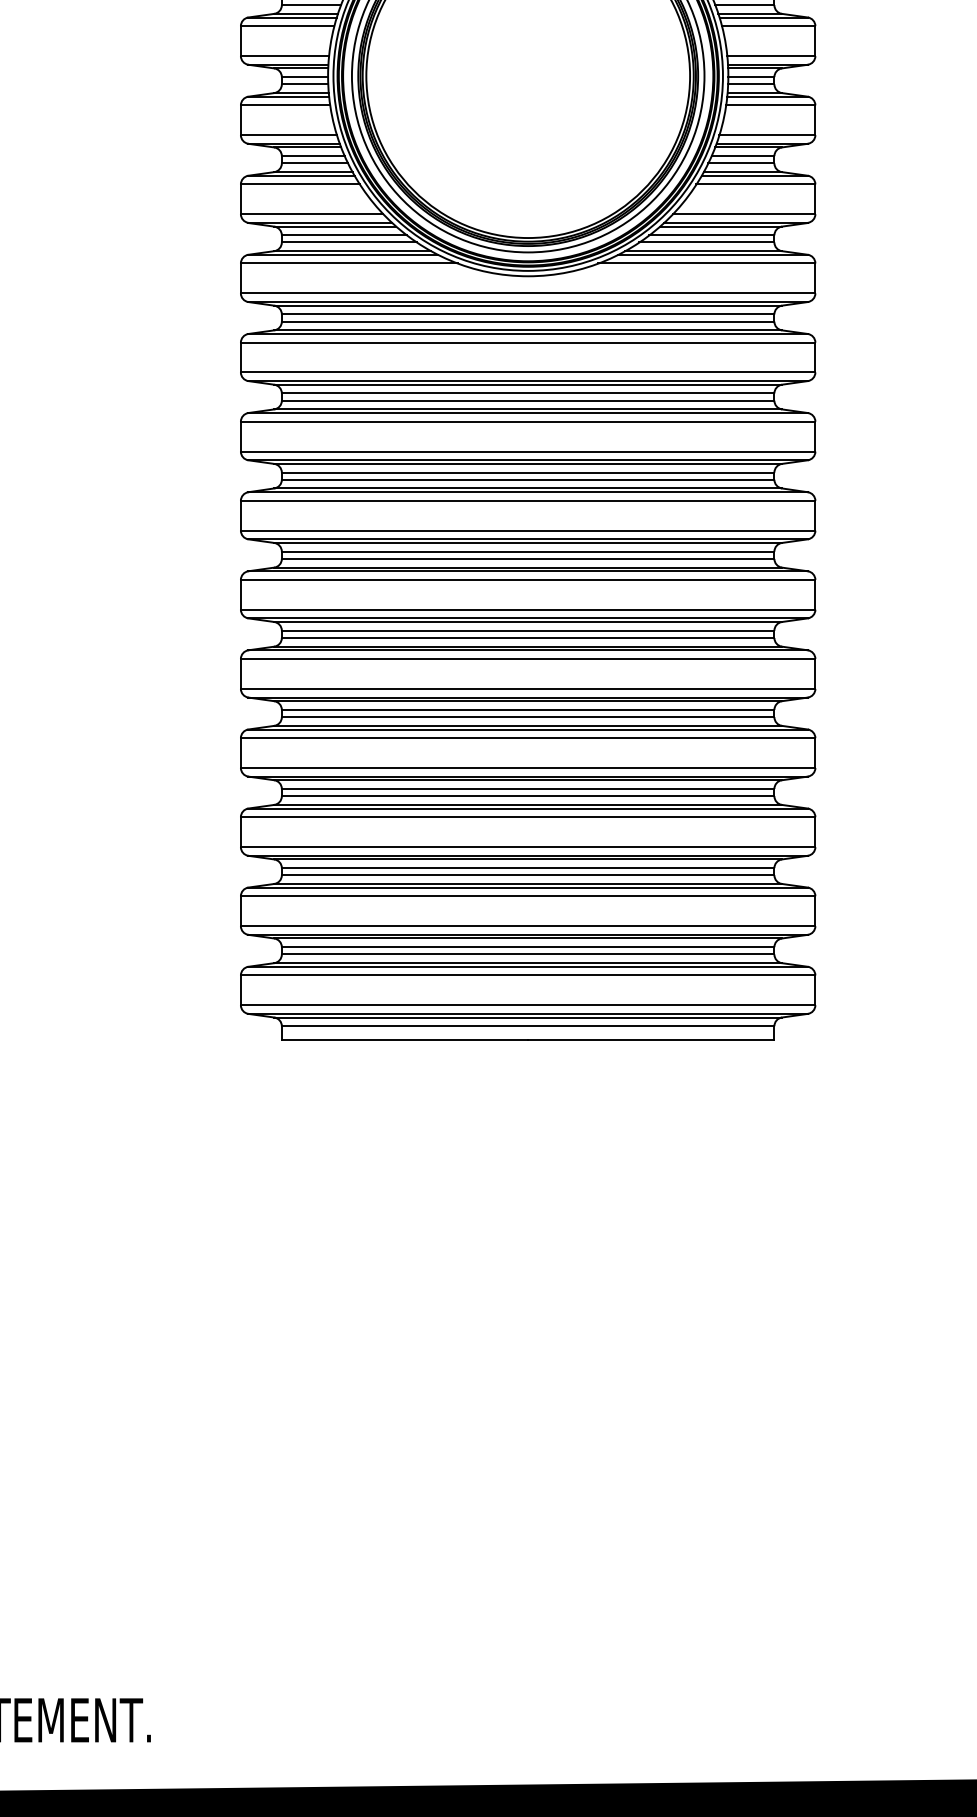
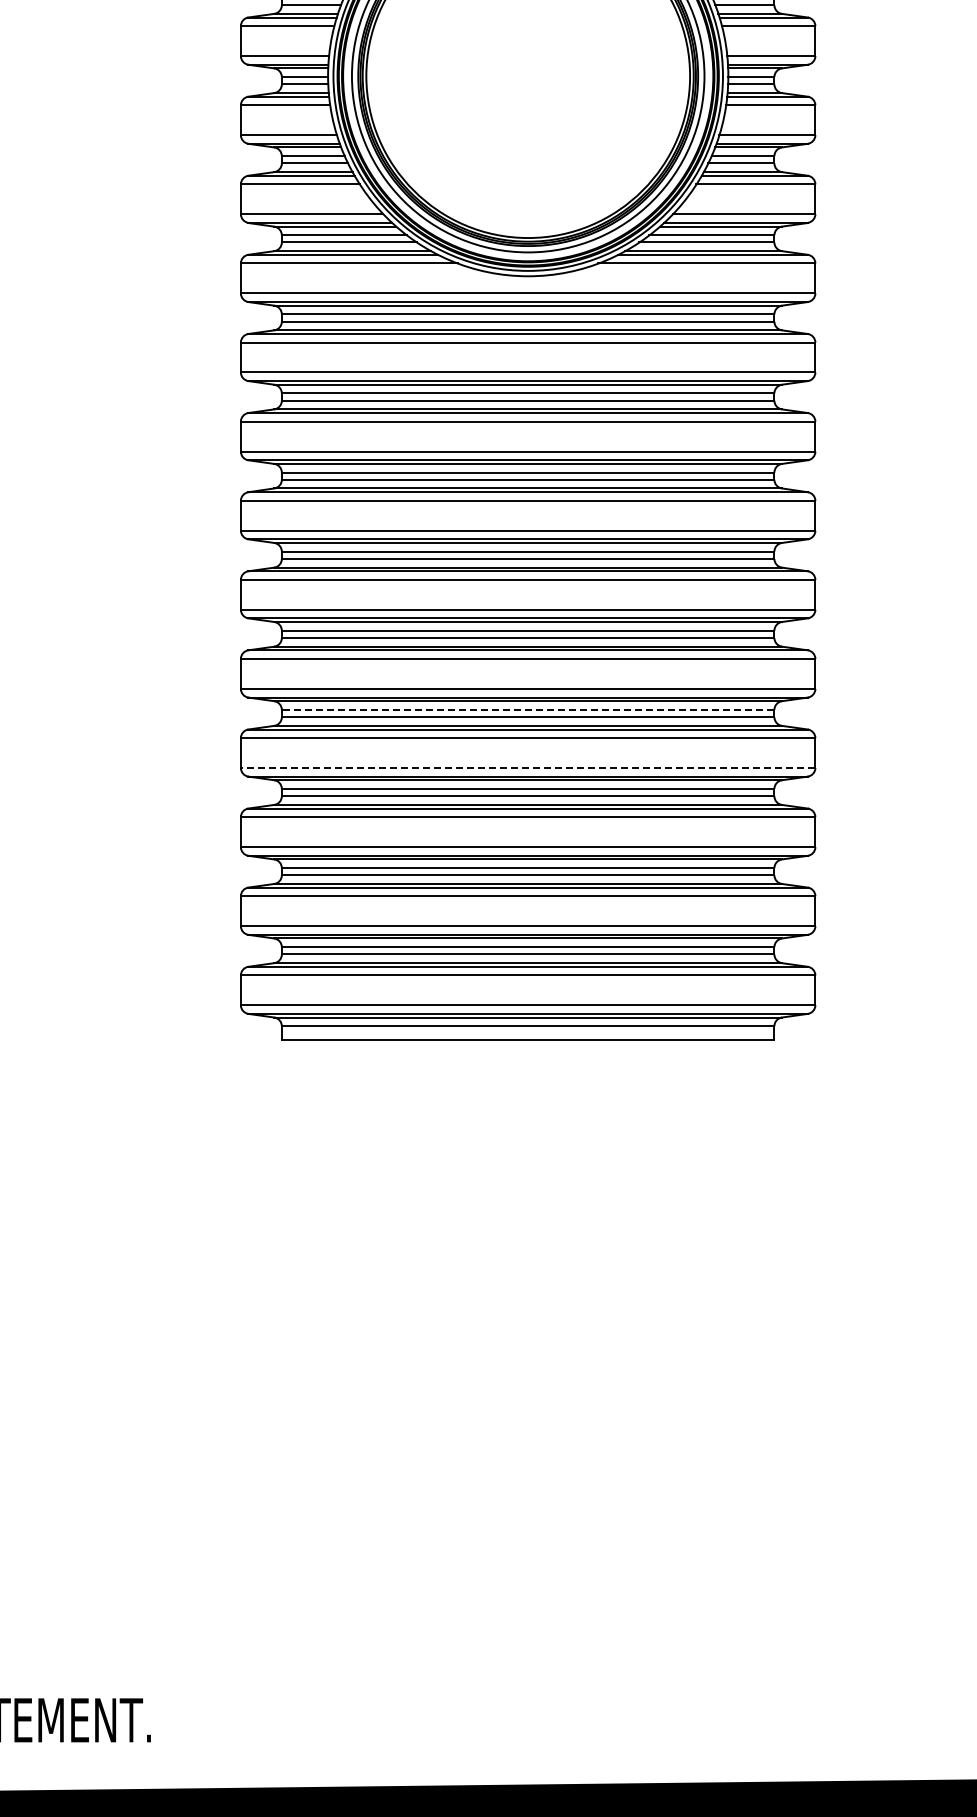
line at (527, 709): solid -> dashed
line at (527, 767): solid -> dashed
